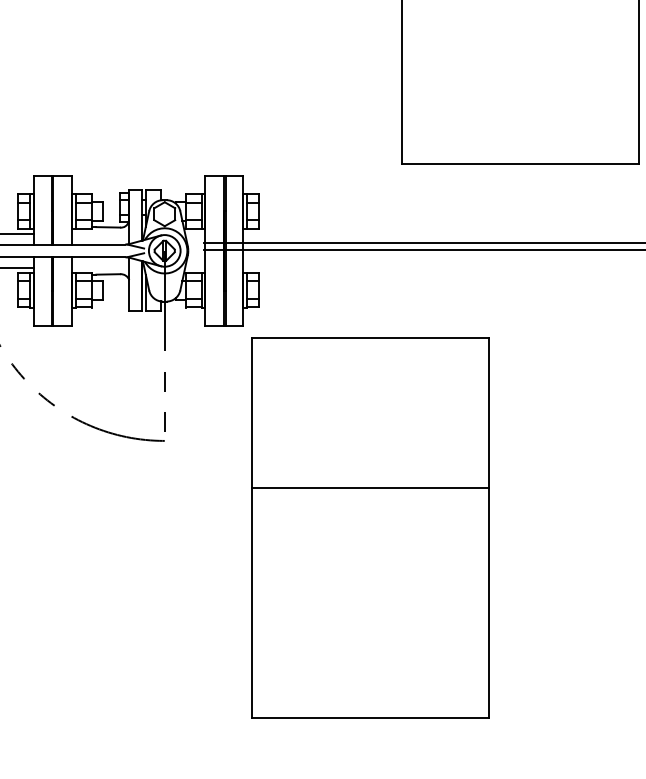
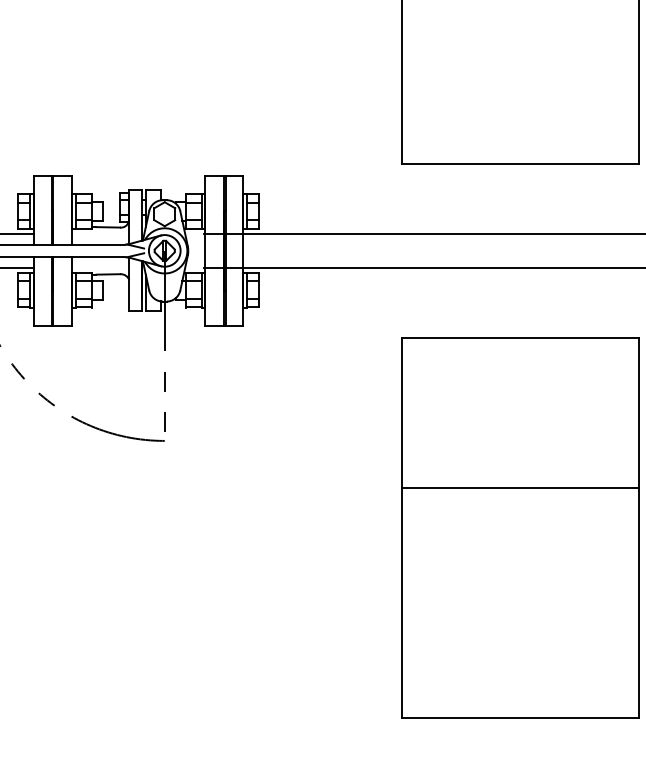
line at (422, 242) position: (422, 242) -> (422, 233)
line at (422, 250) position: (422, 250) -> (422, 268)
part at (370, 527) position: (370, 527) -> (520, 527)
